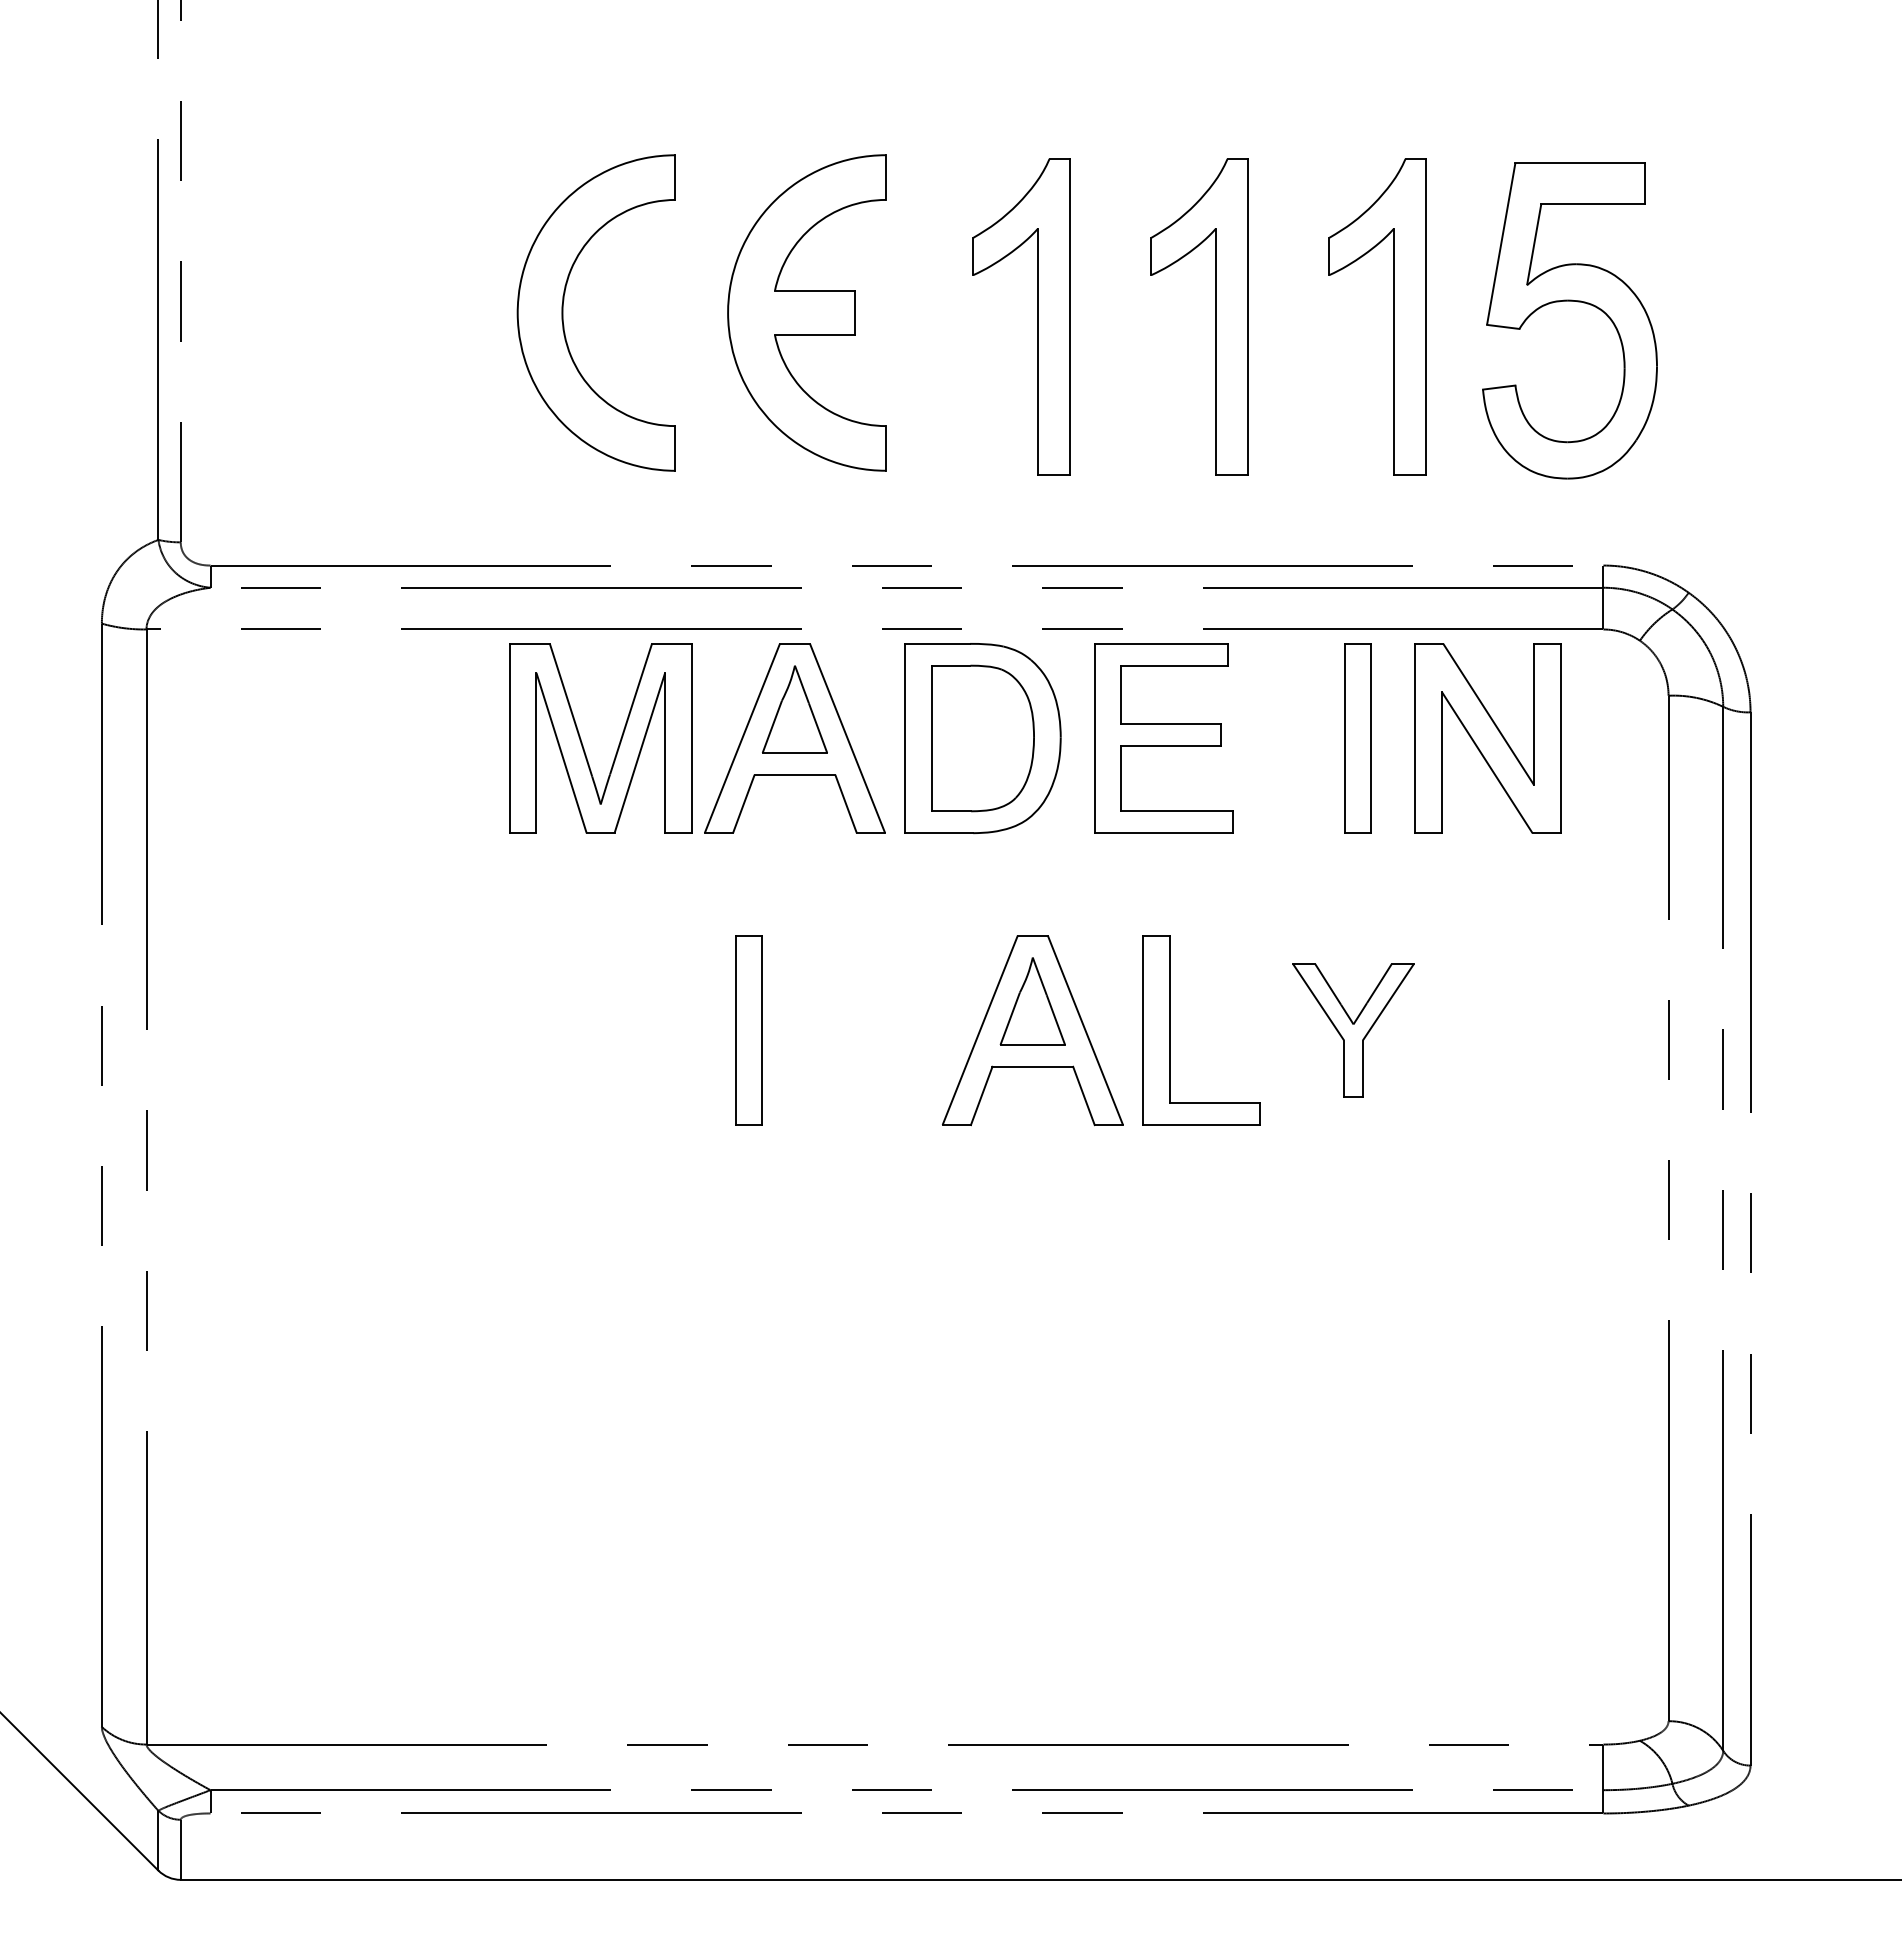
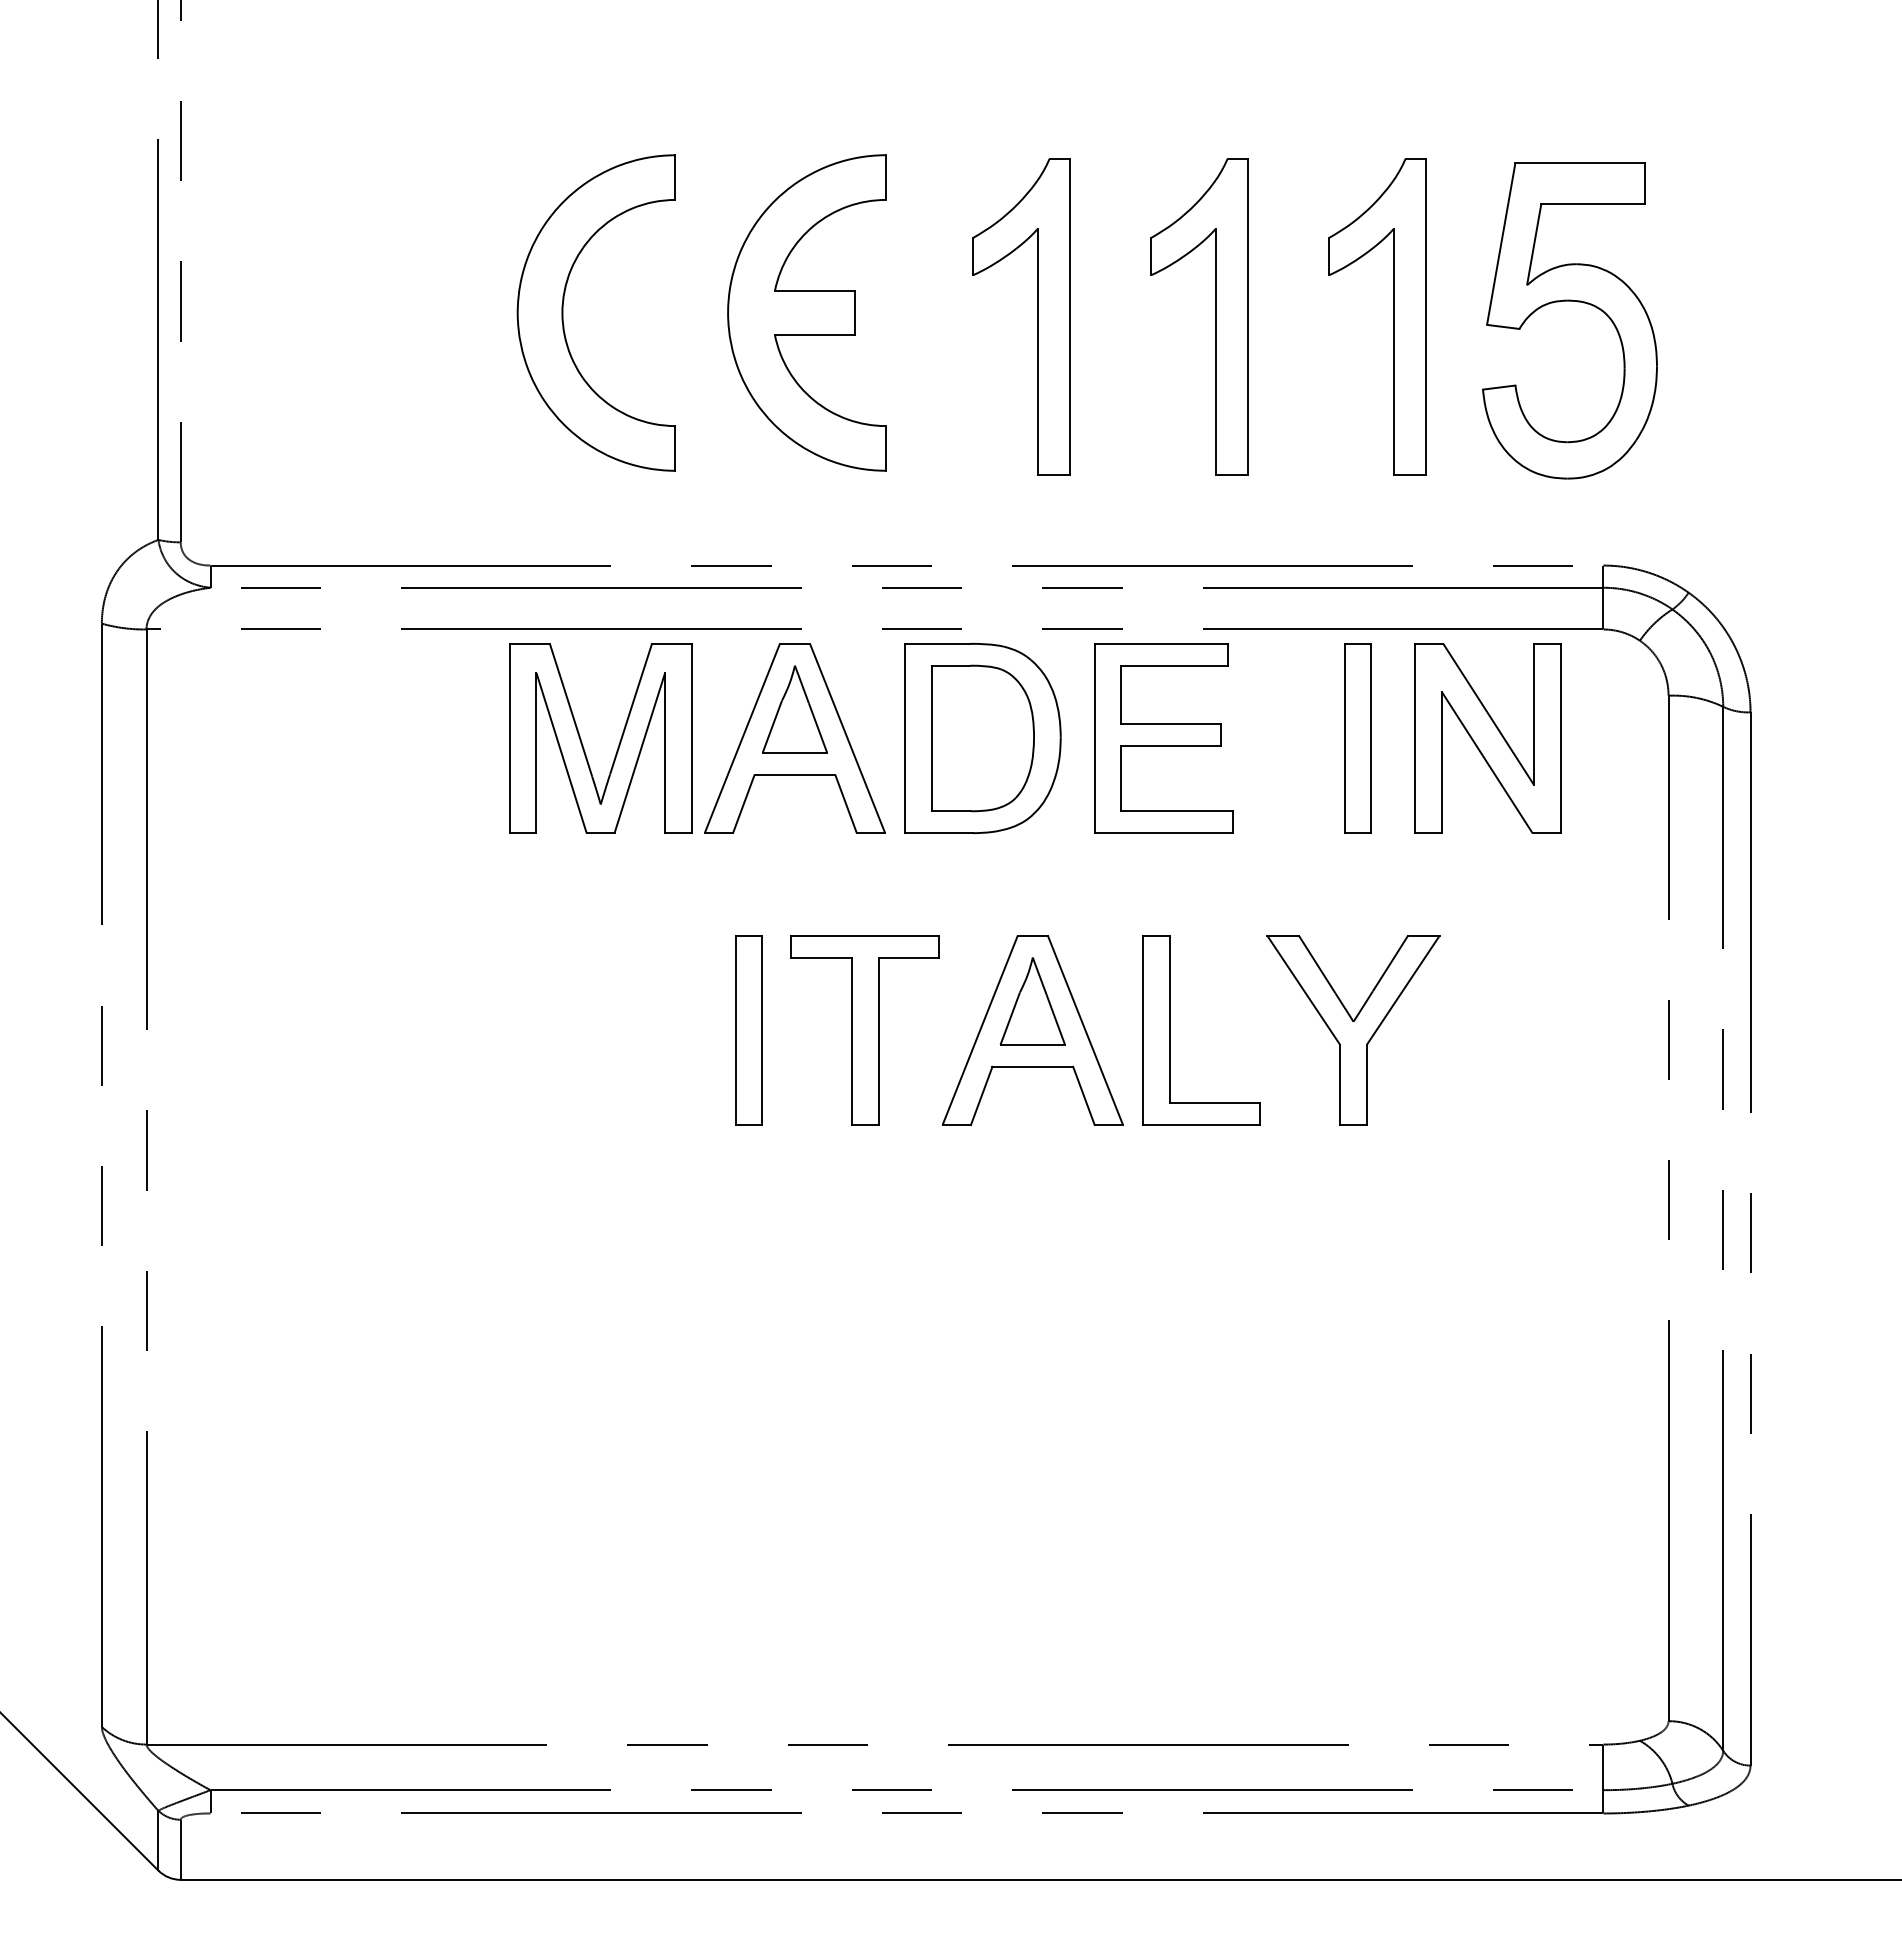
part at (864, 1030): none -> present
part at (1353, 1030) size: 123x135 px -> 175x191 px
